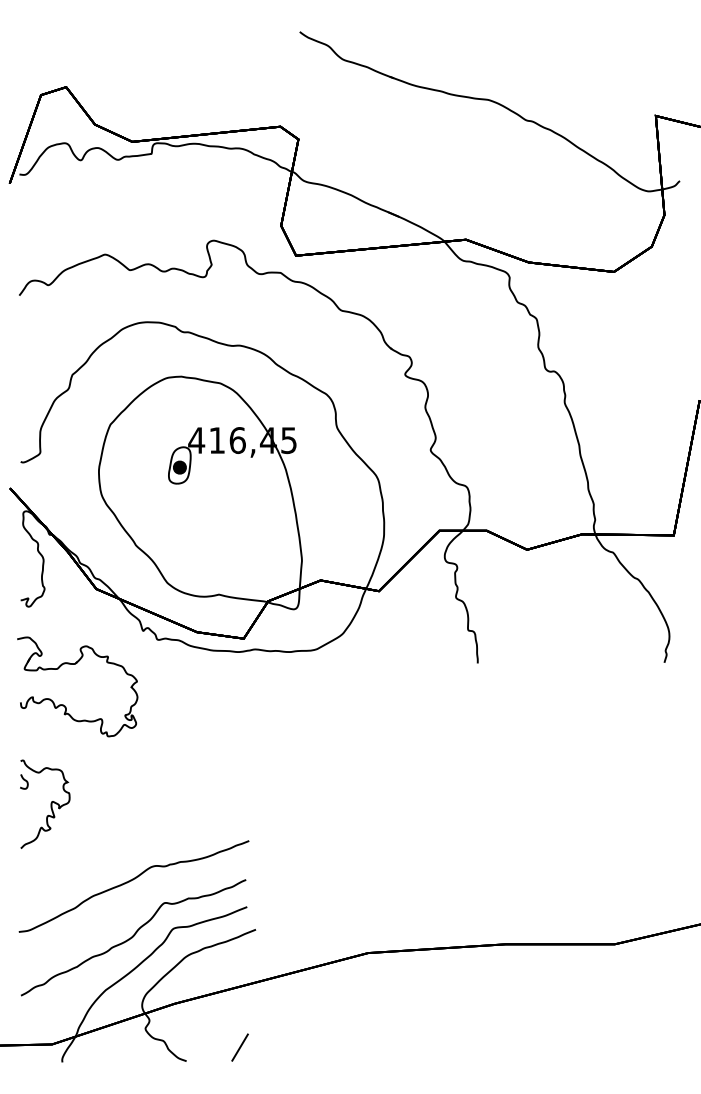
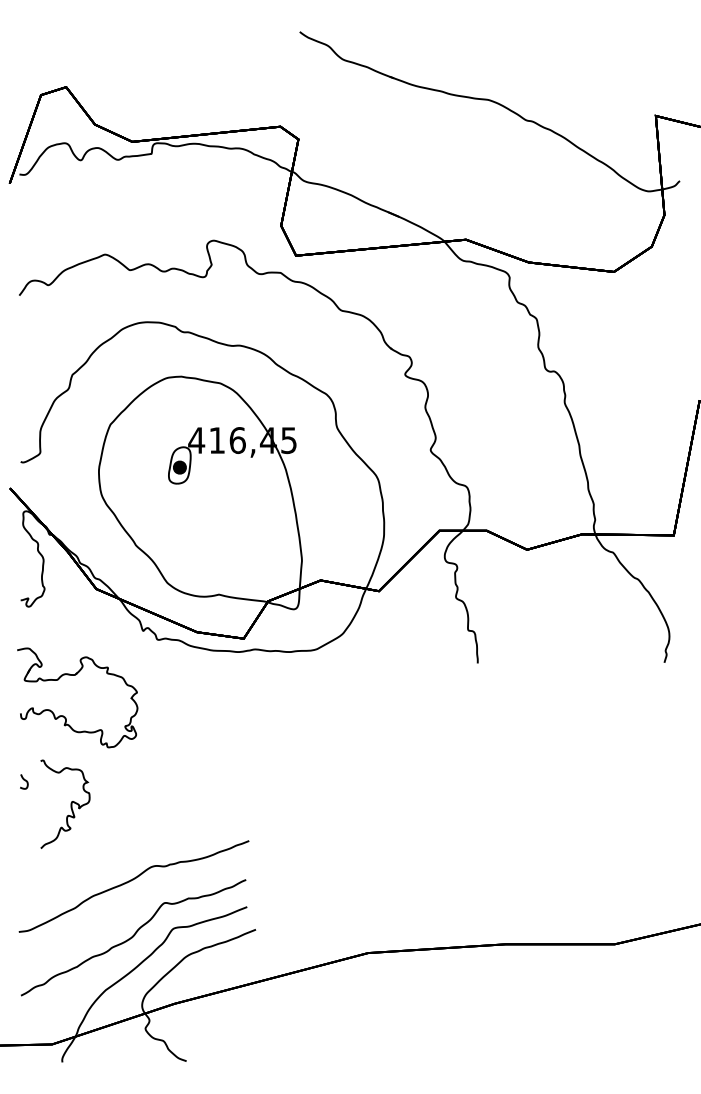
part at (75, 664) position: (75, 664) -> (75, 675)
curve at (50, 803) position: (50, 803) -> (70, 803)
line at (239, 1047): present -> none
